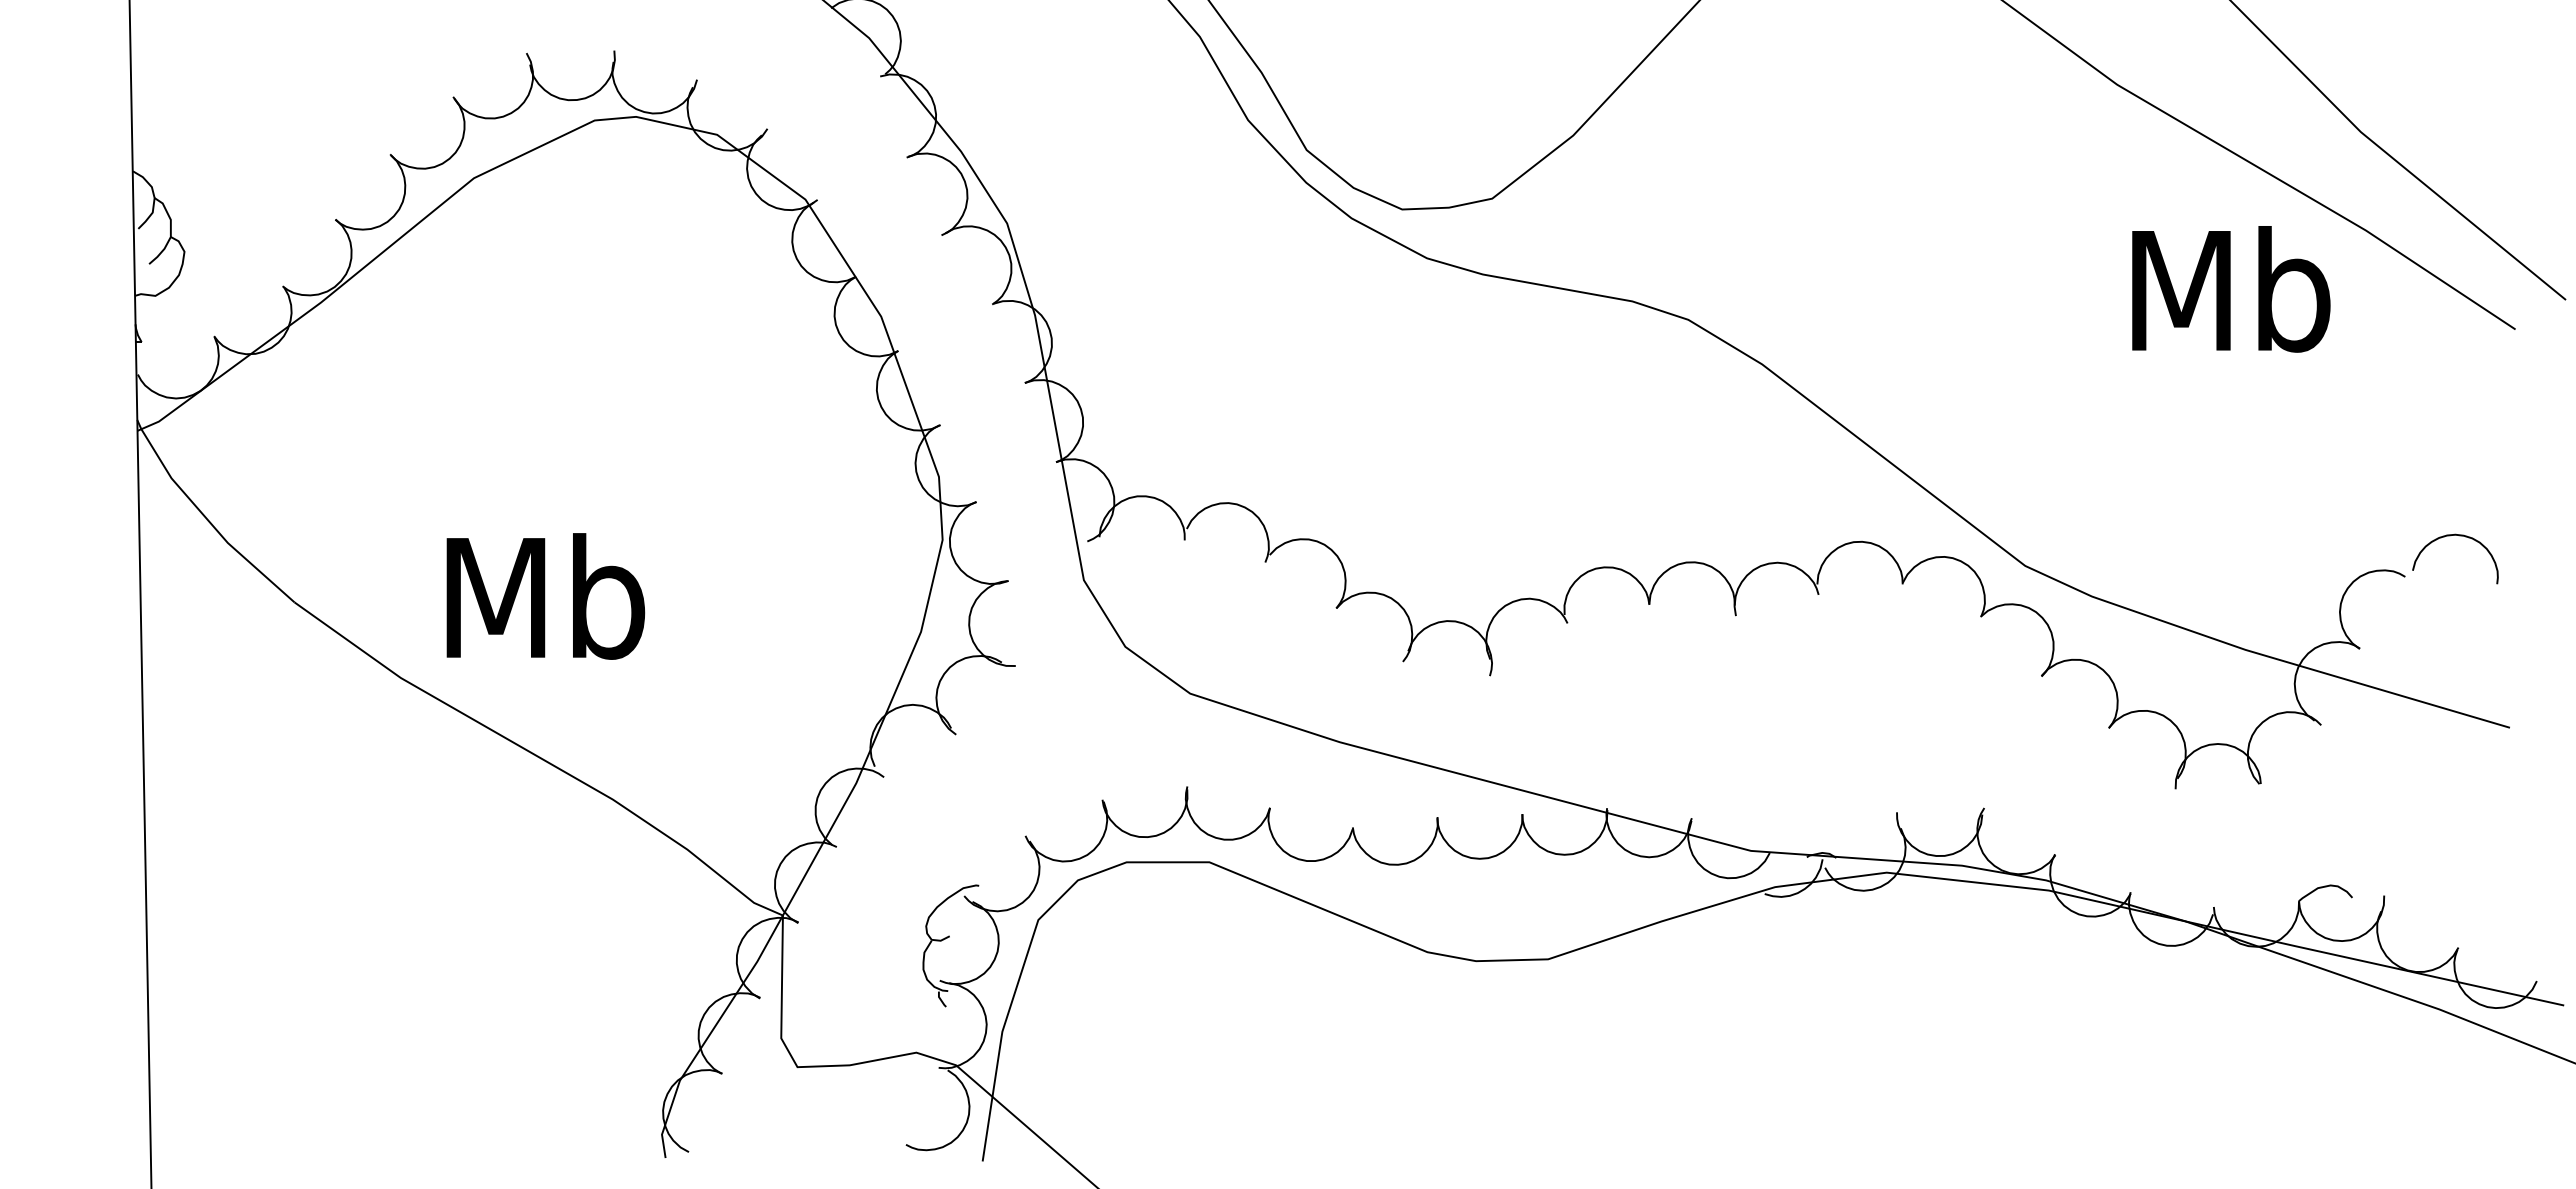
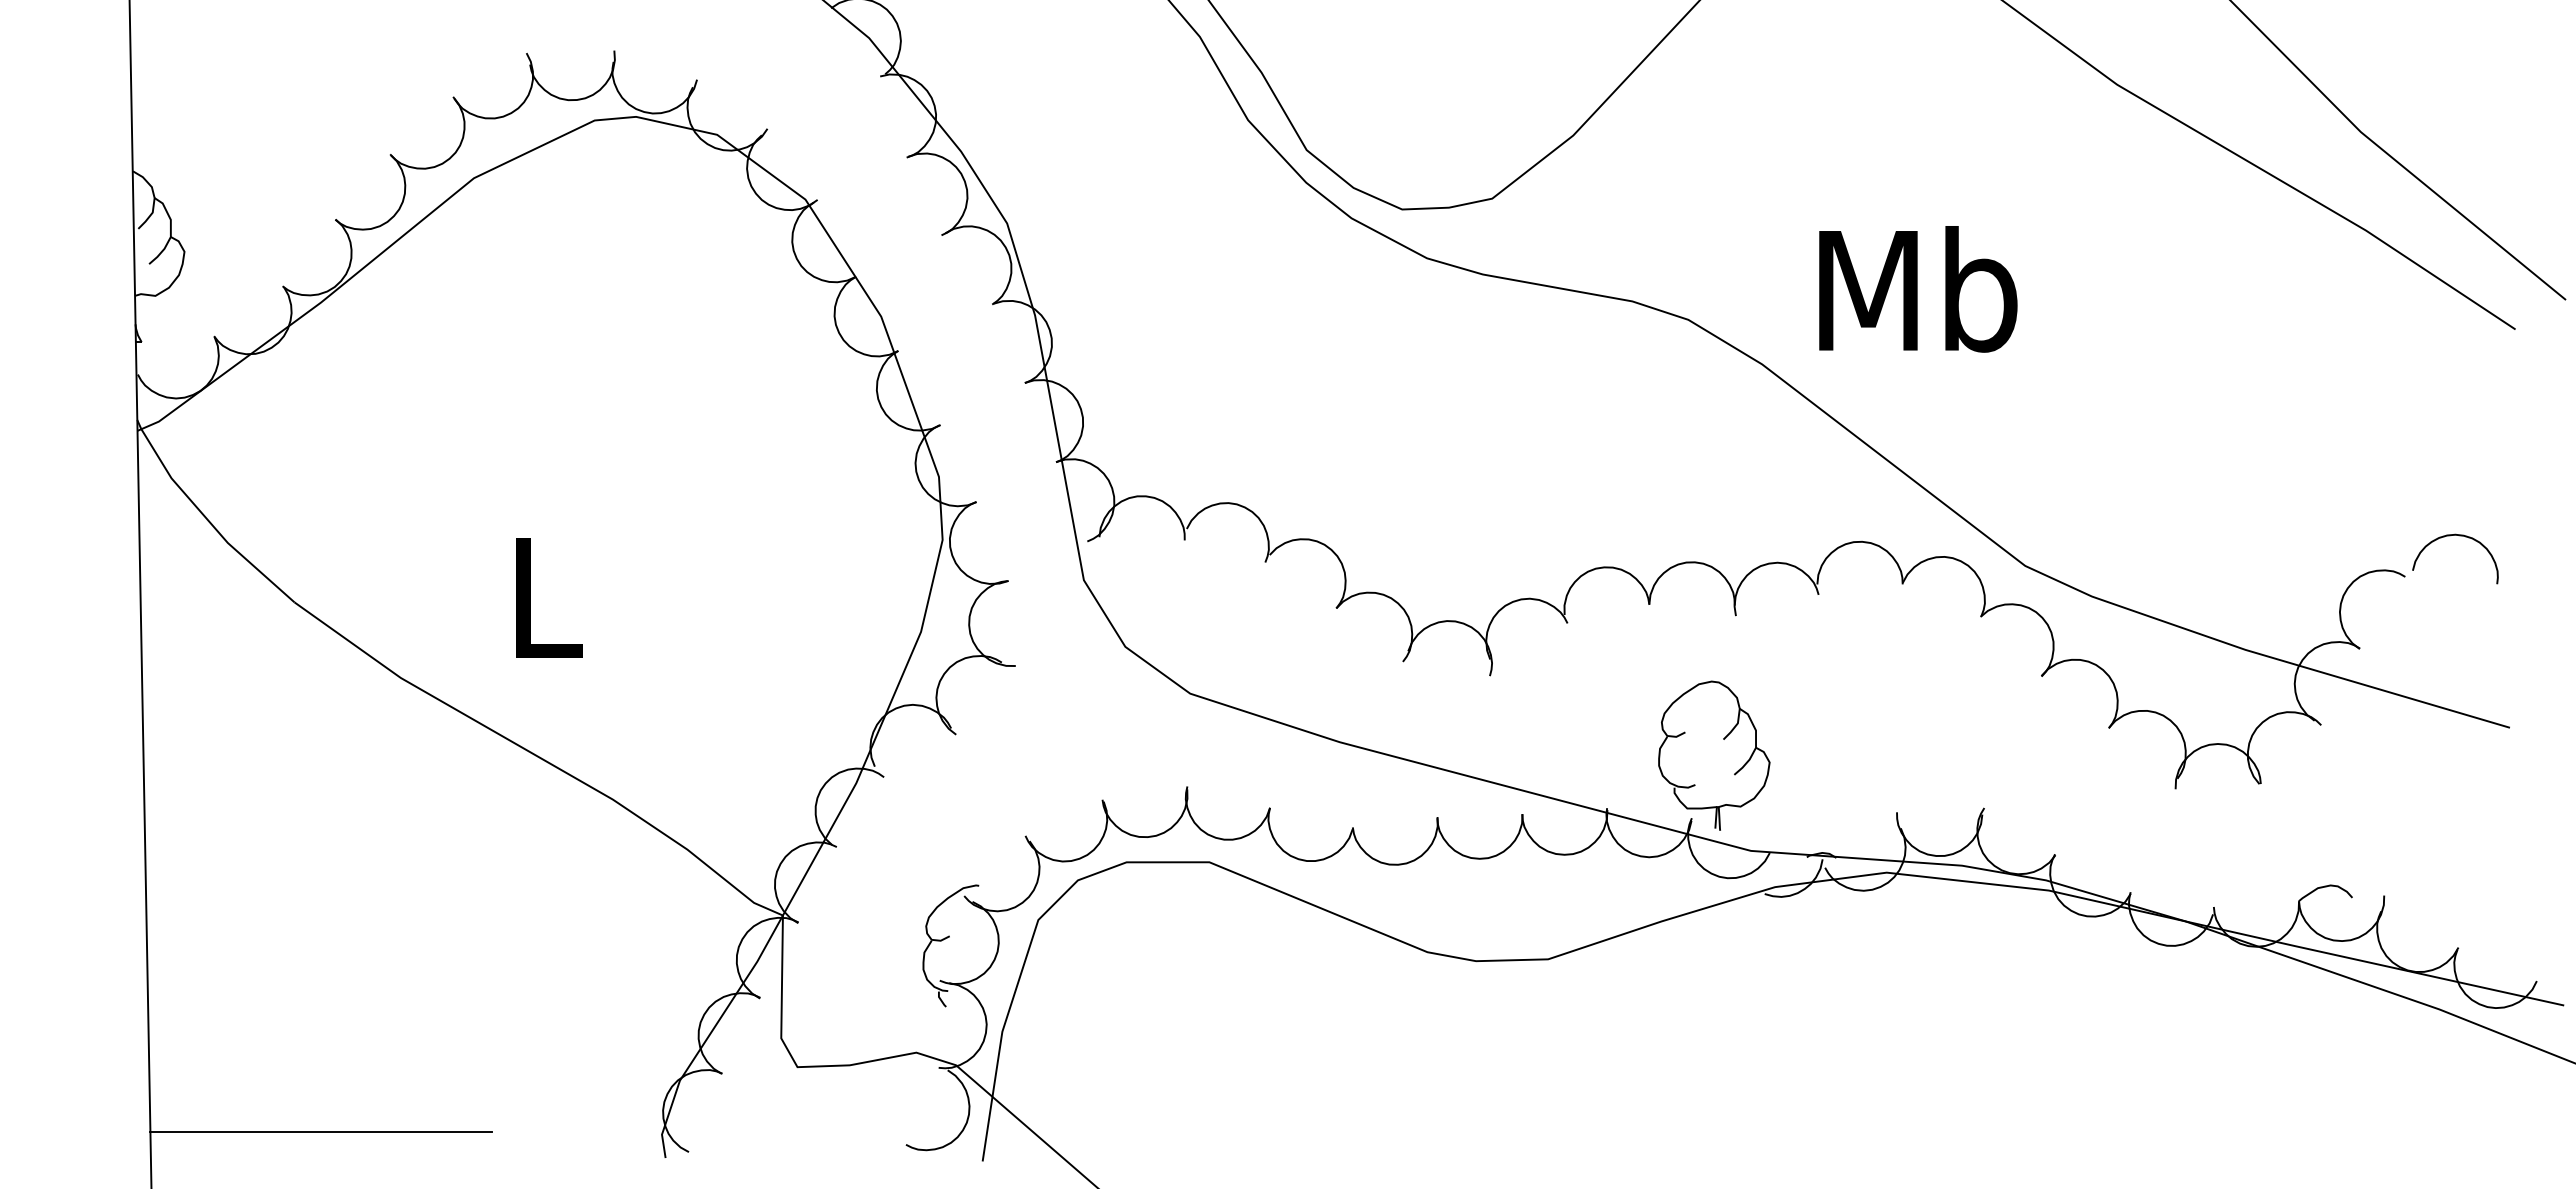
text at (2231, 289) position: (2231, 289) -> (1918, 289)
text at (545, 596): Mb -> L
part at (1714, 755): none -> present
line at (320, 1131): none -> present
